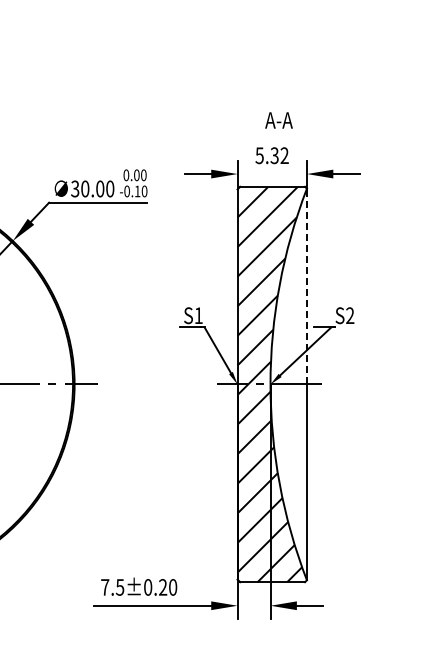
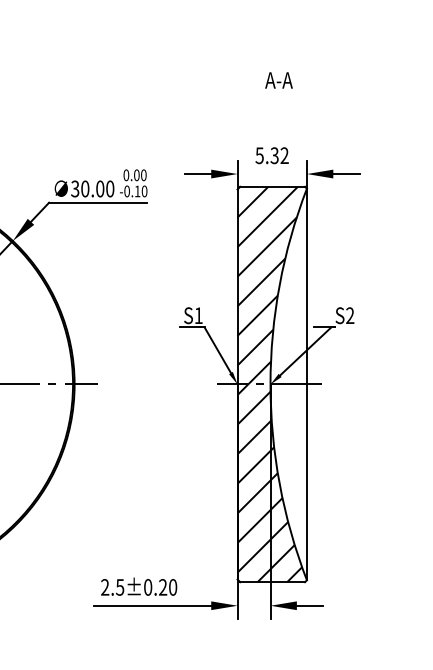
text at (278, 120) position: (278, 120) -> (278, 80)
line at (306, 286): dashed -> solid
text at (105, 587): 7.5±0.20 -> 2.5±0.20
